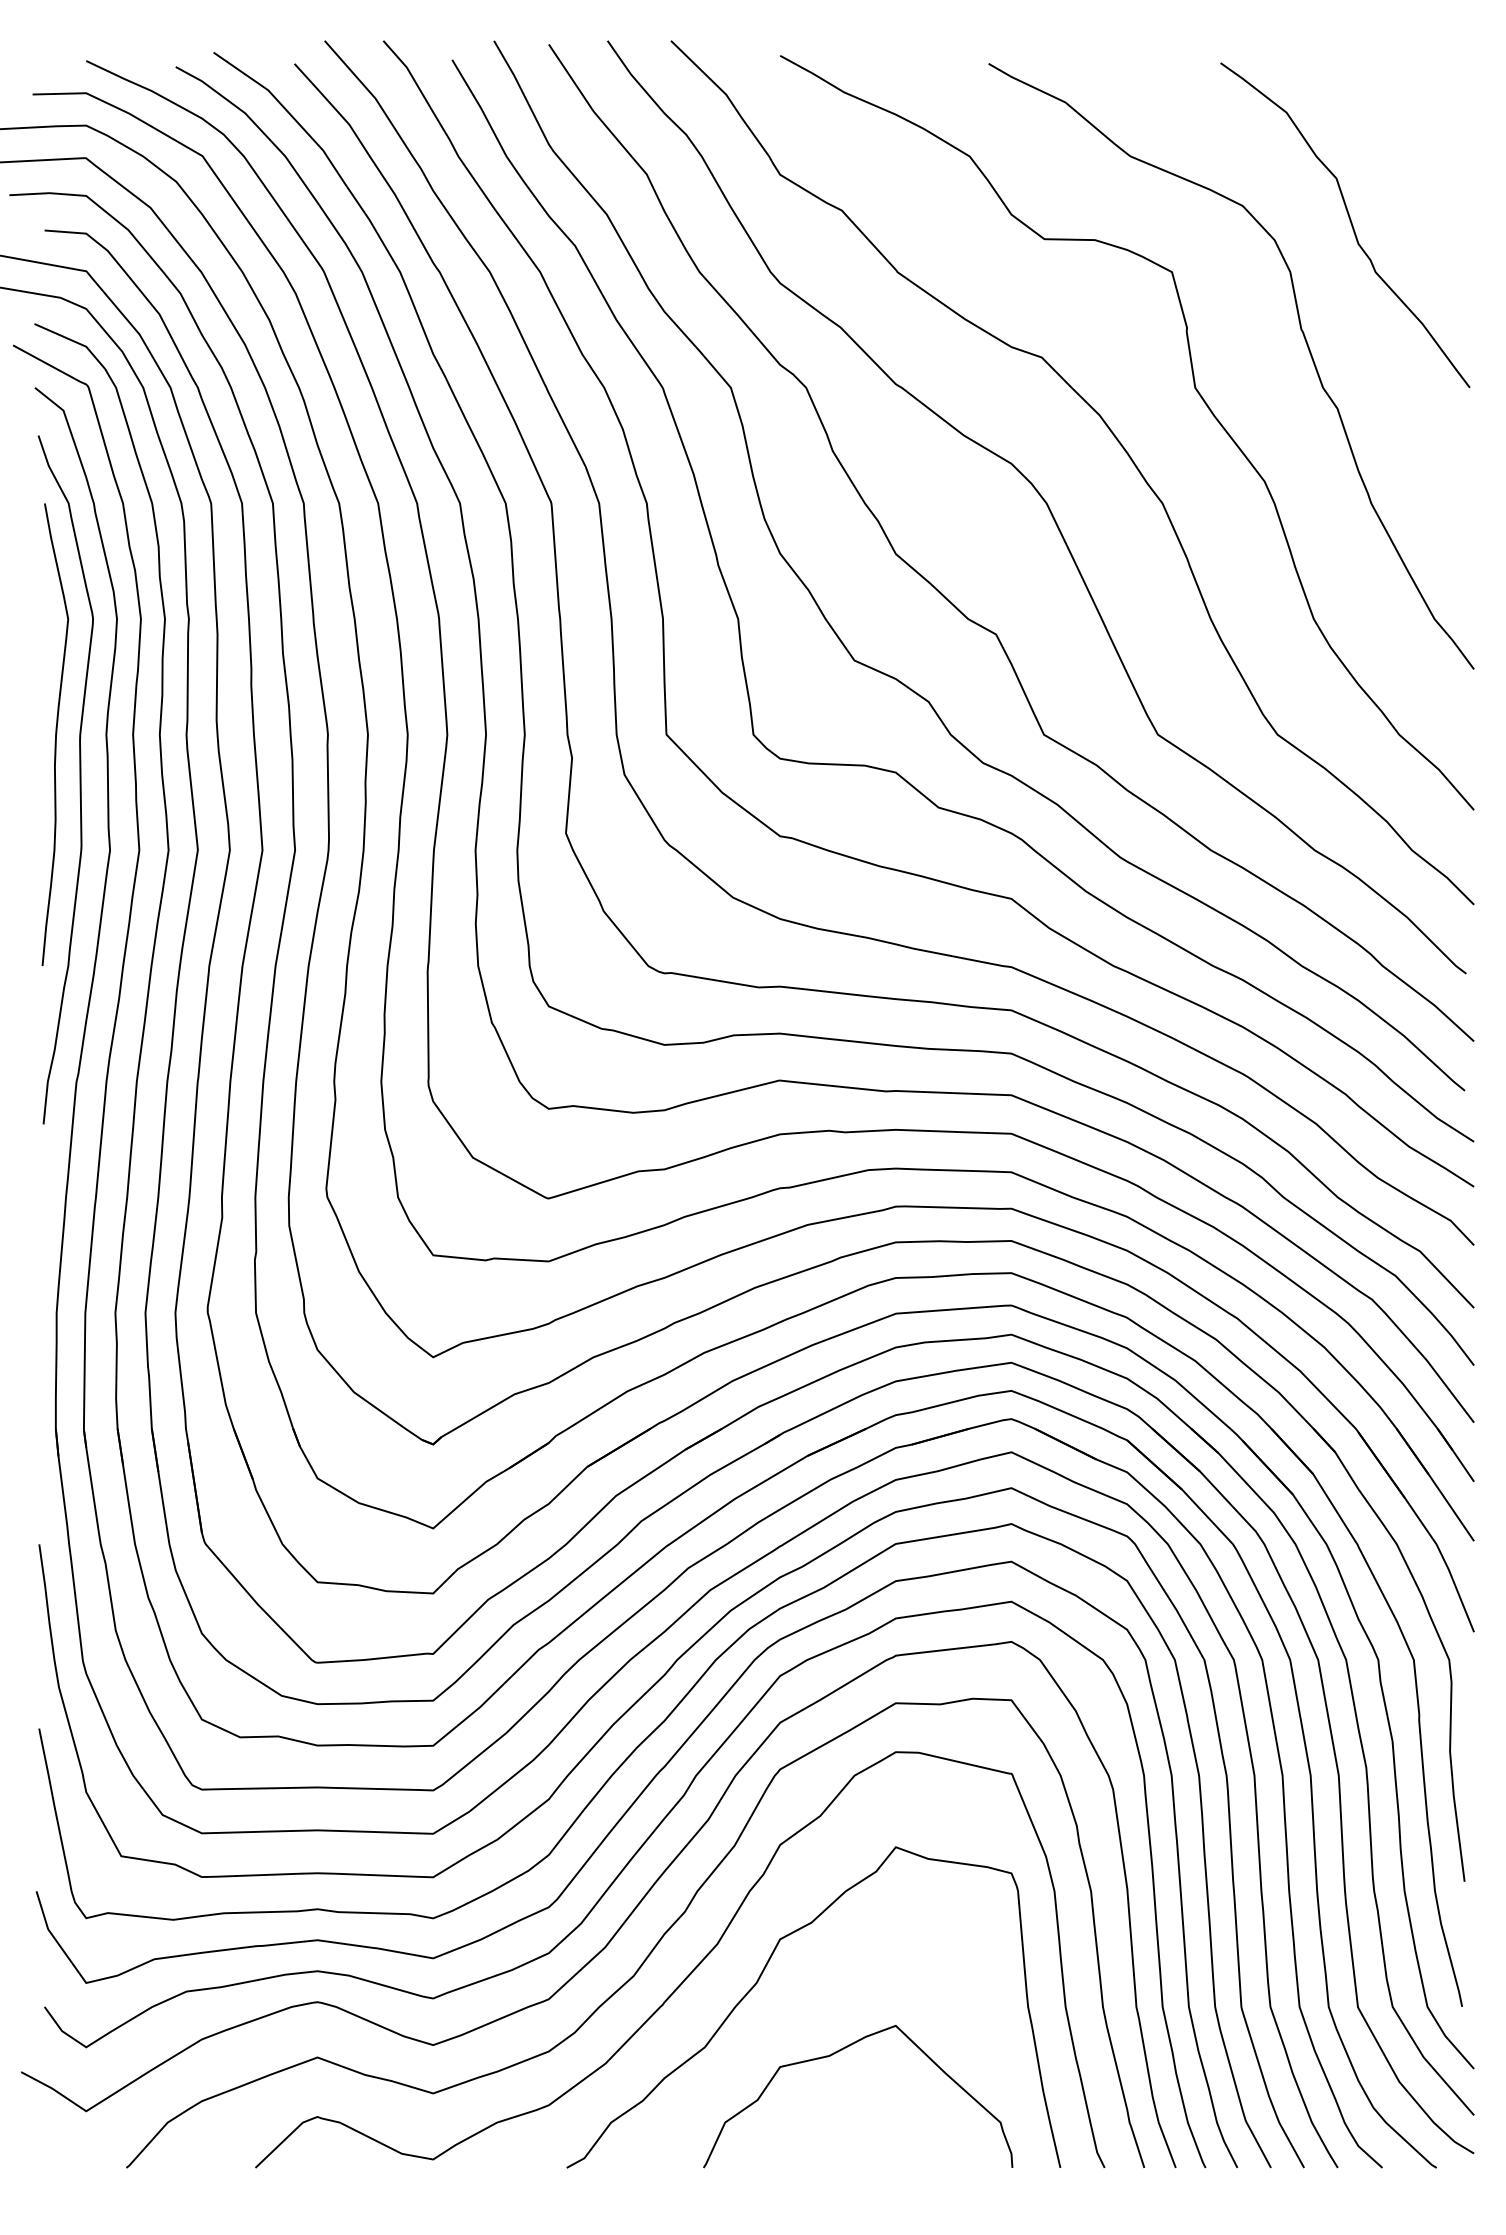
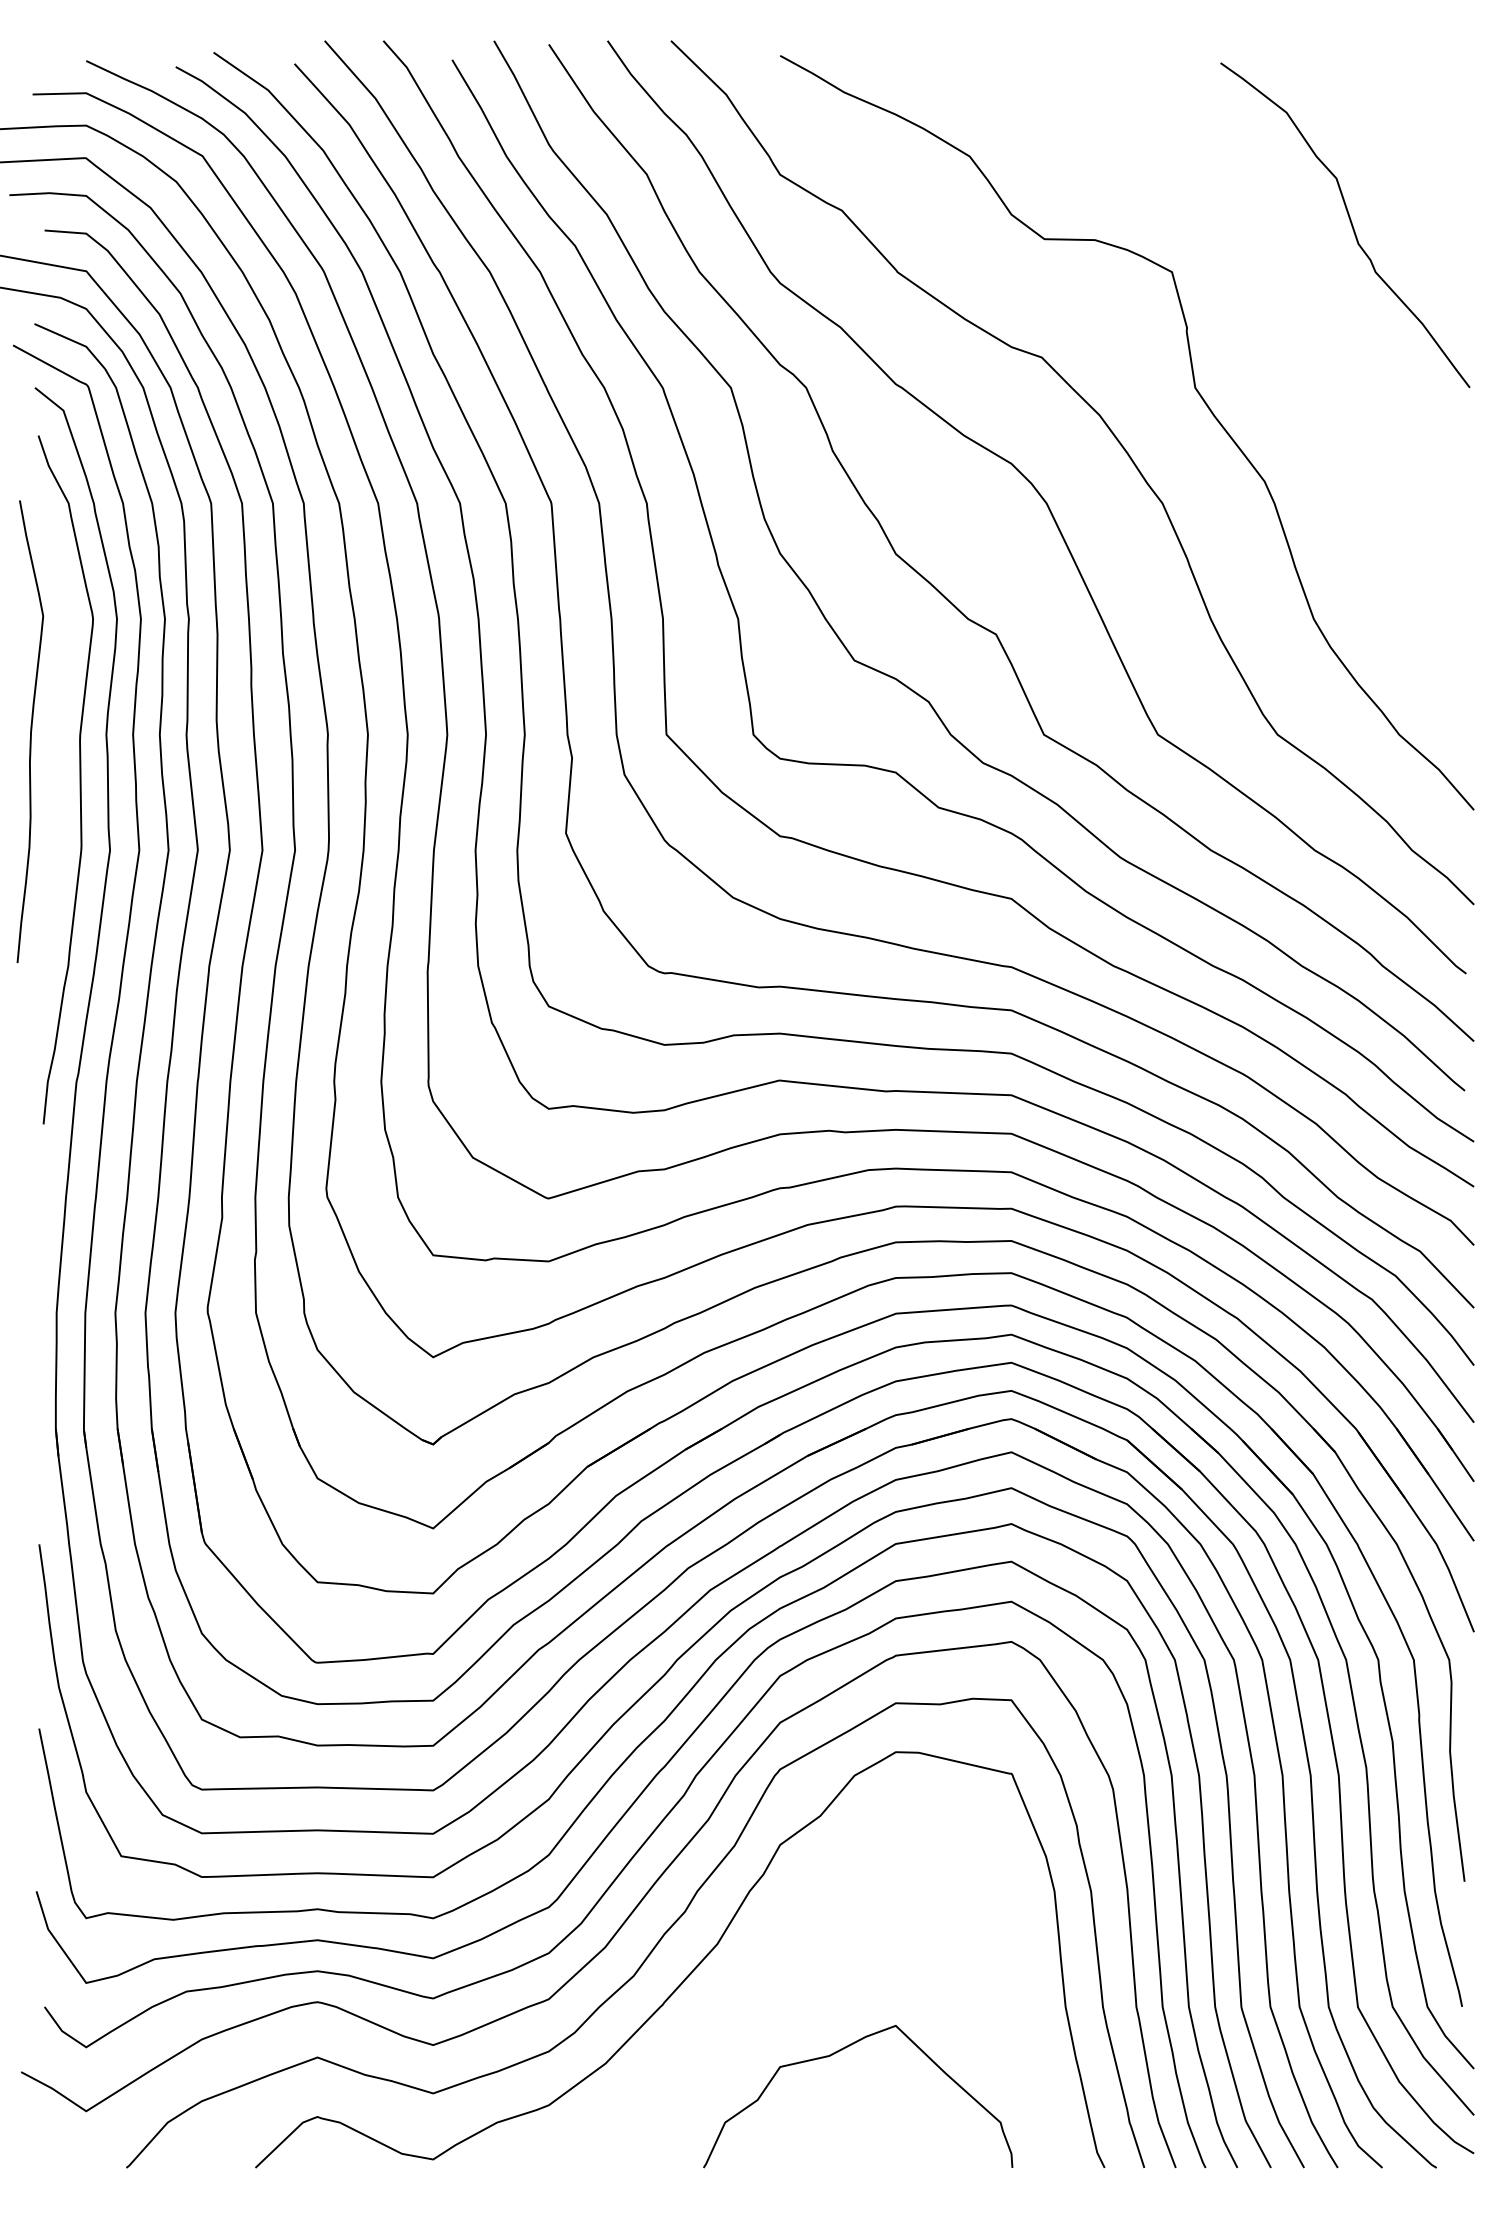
curve at (1305, 342): present -> none
curve at (55, 734) position: (55, 734) -> (30, 731)
curve at (760, 1978): present -> none
